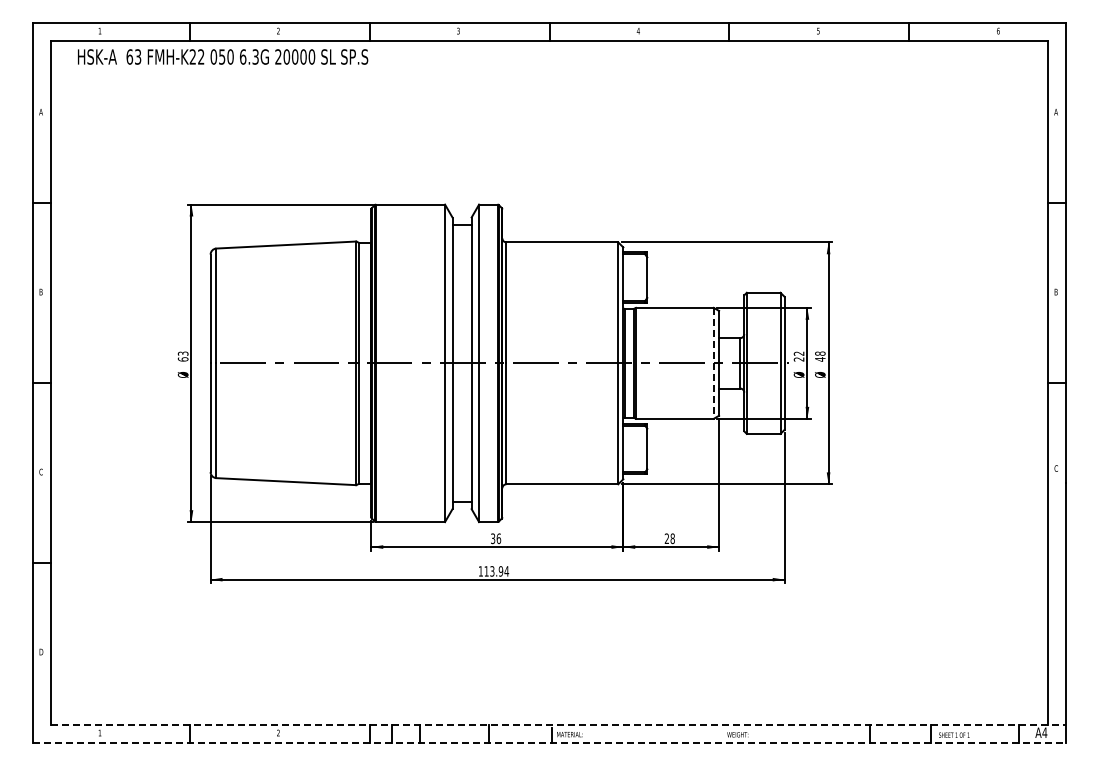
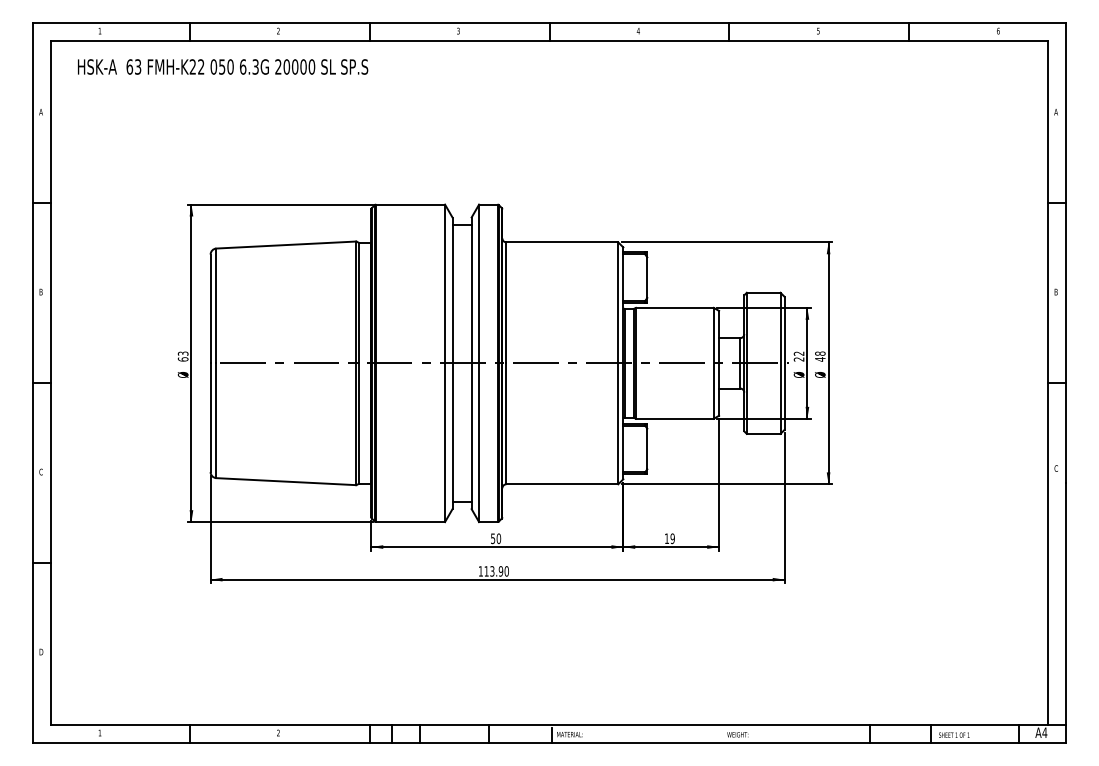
text at (223, 56) position: (223, 56) -> (223, 66)
line at (713, 363): dashed -> solid
text at (496, 538): 36 -> 50
text at (669, 538): 28 -> 19
text at (506, 571): 113.94 -> 113.90
line at (558, 724): dashed -> solid
line at (549, 742): dashed -> solid
